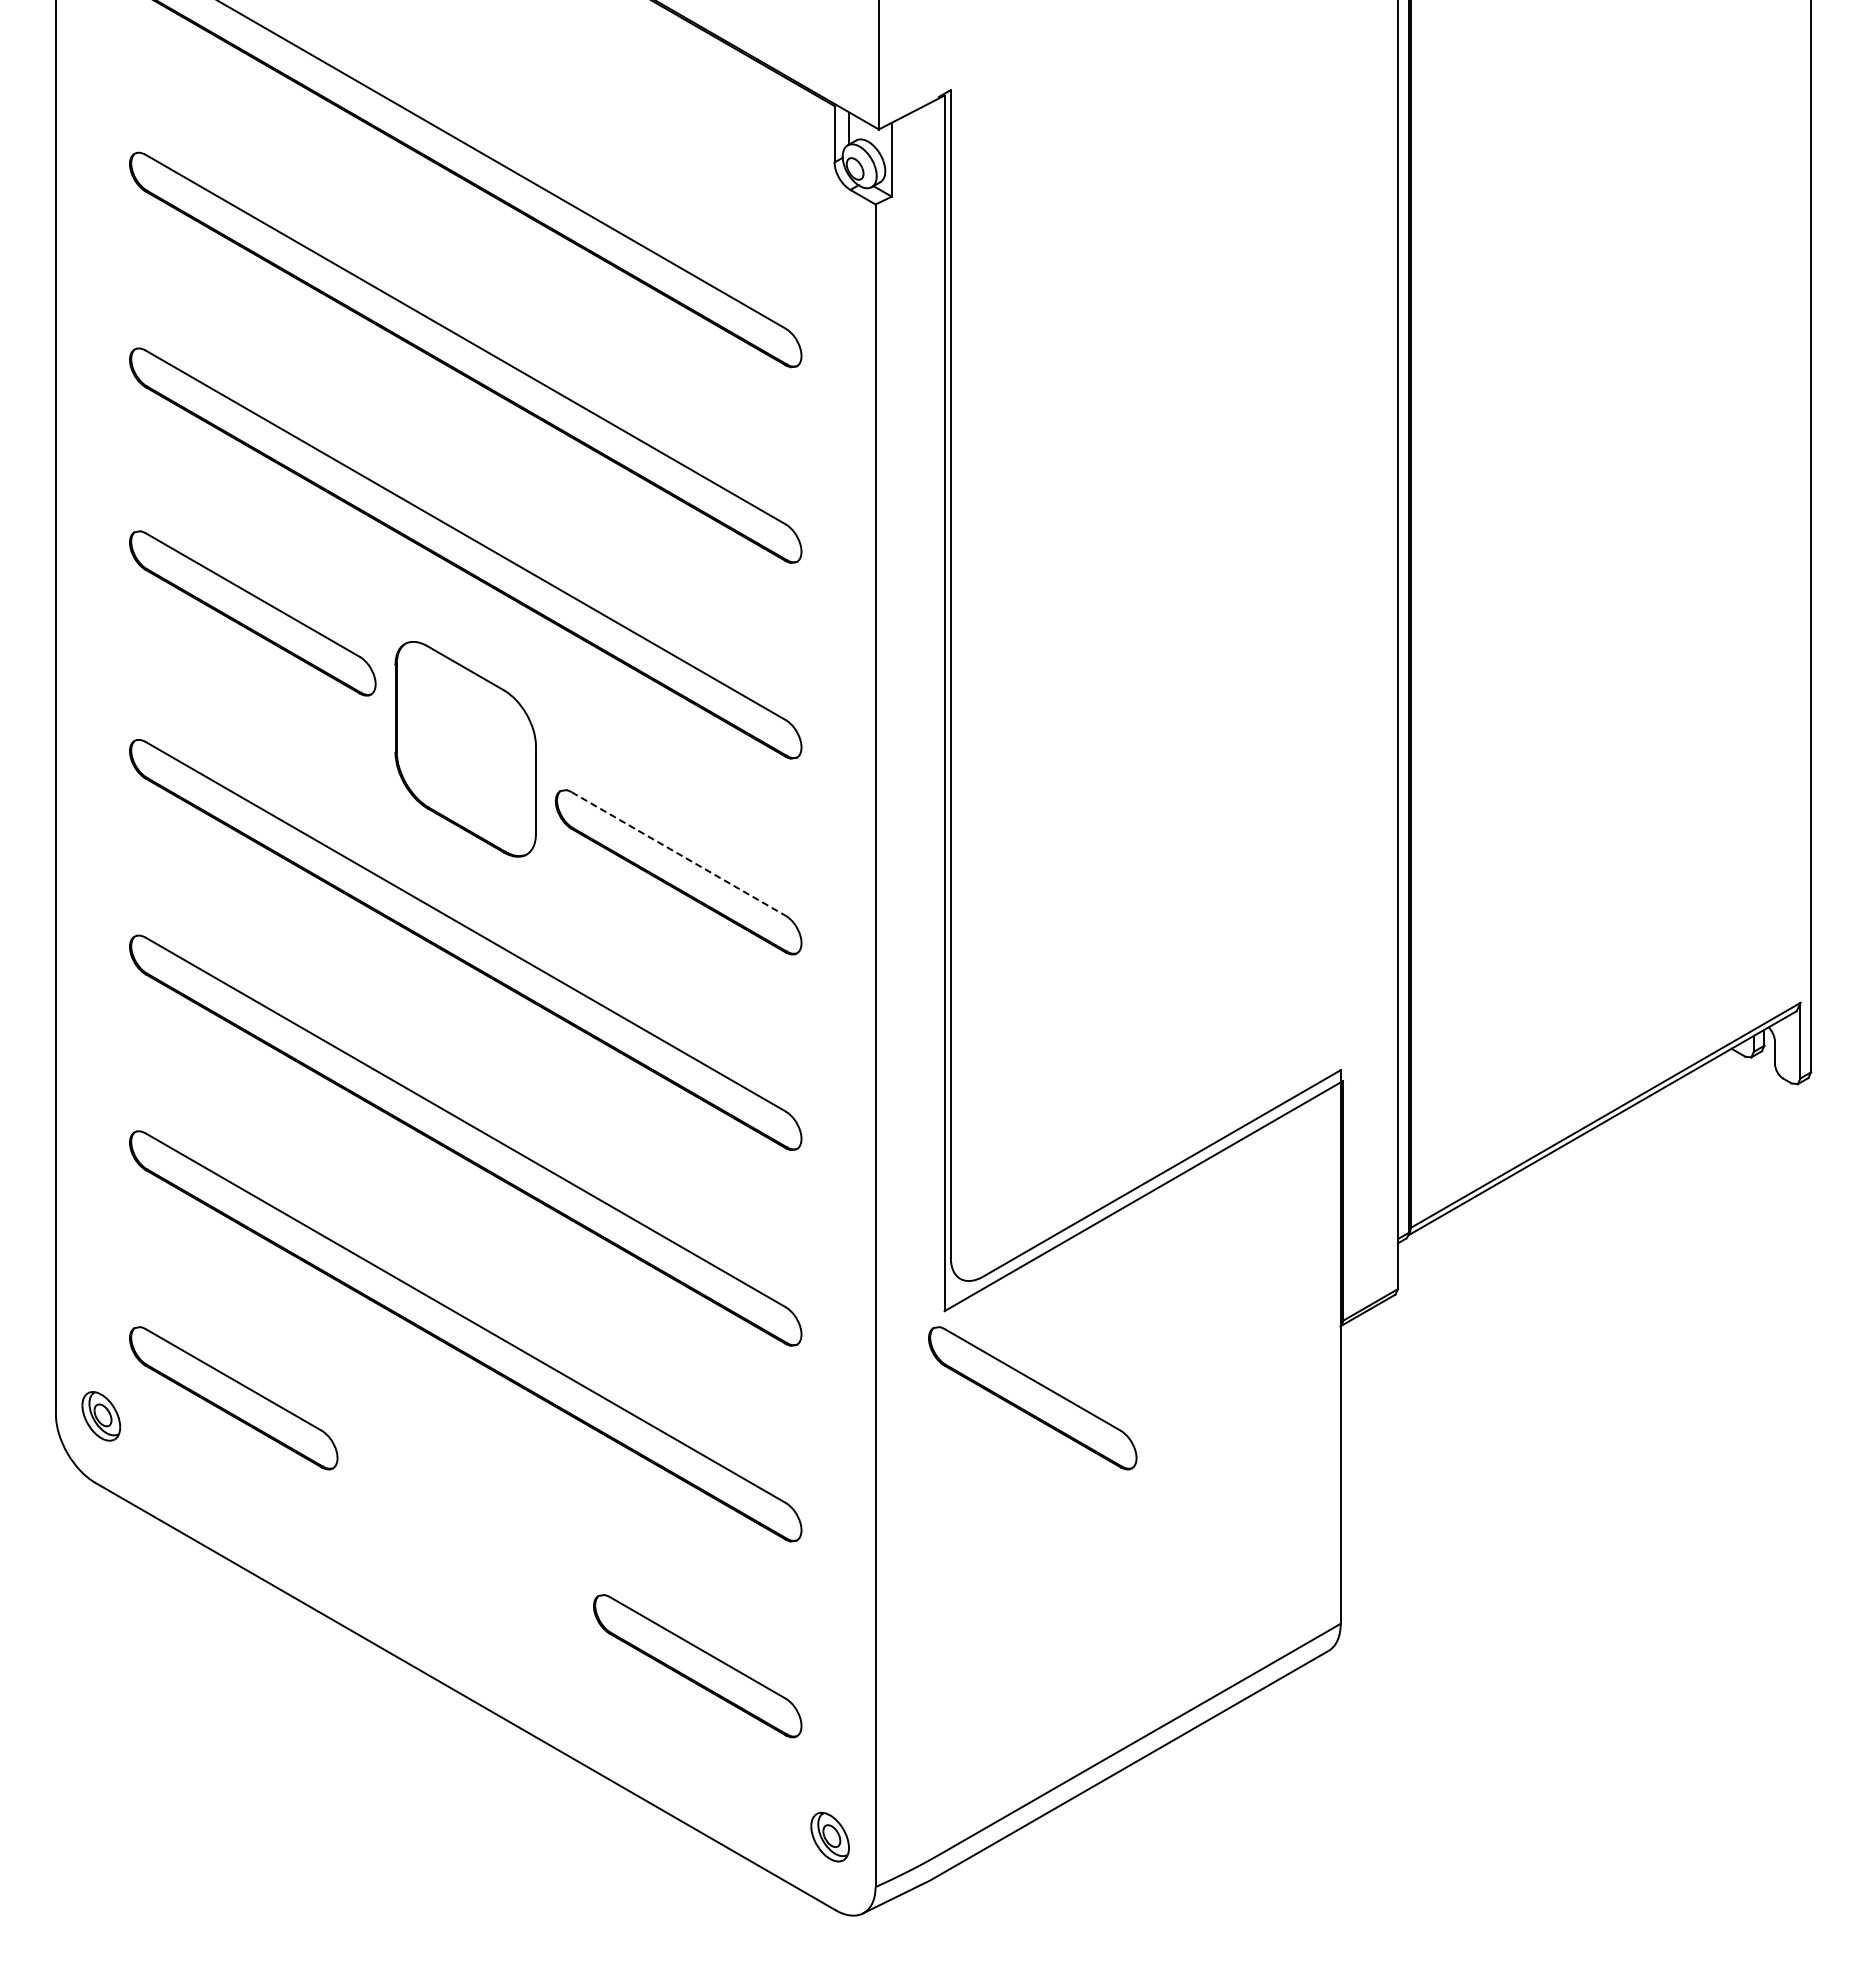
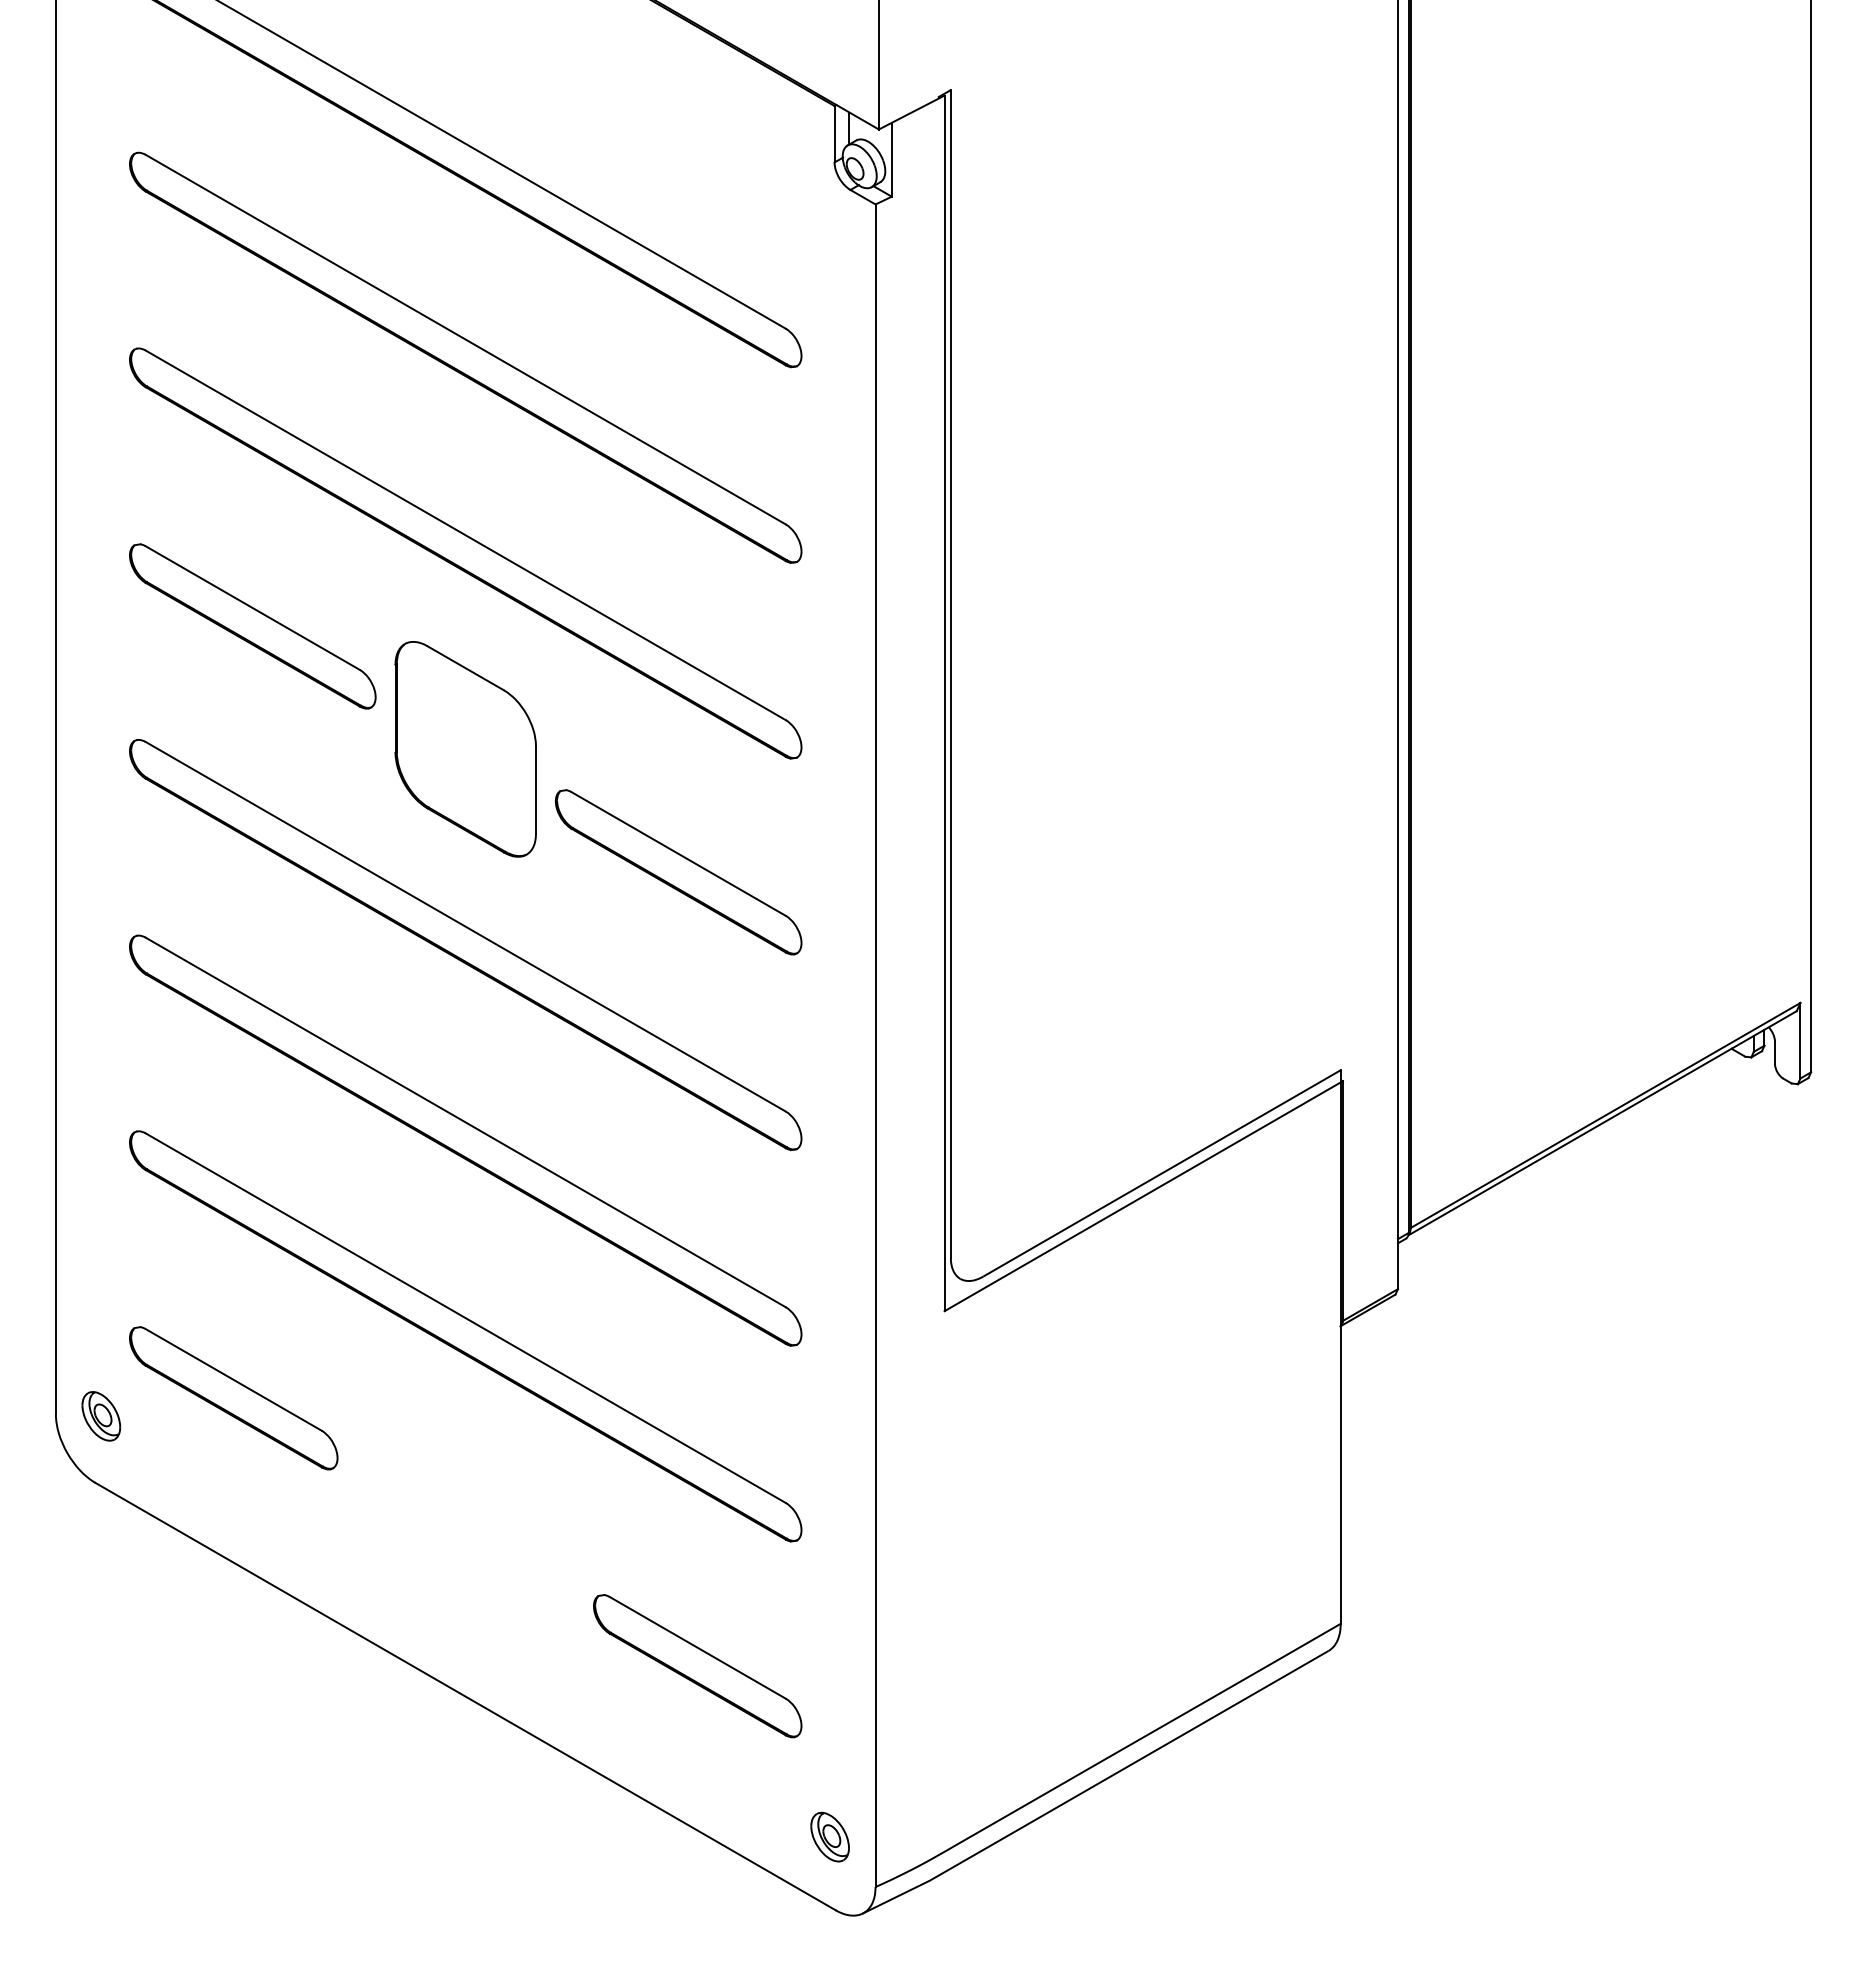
part at (252, 613) position: (252, 613) -> (252, 626)
line at (678, 853): dashed -> solid
part at (1032, 1398): present -> none
